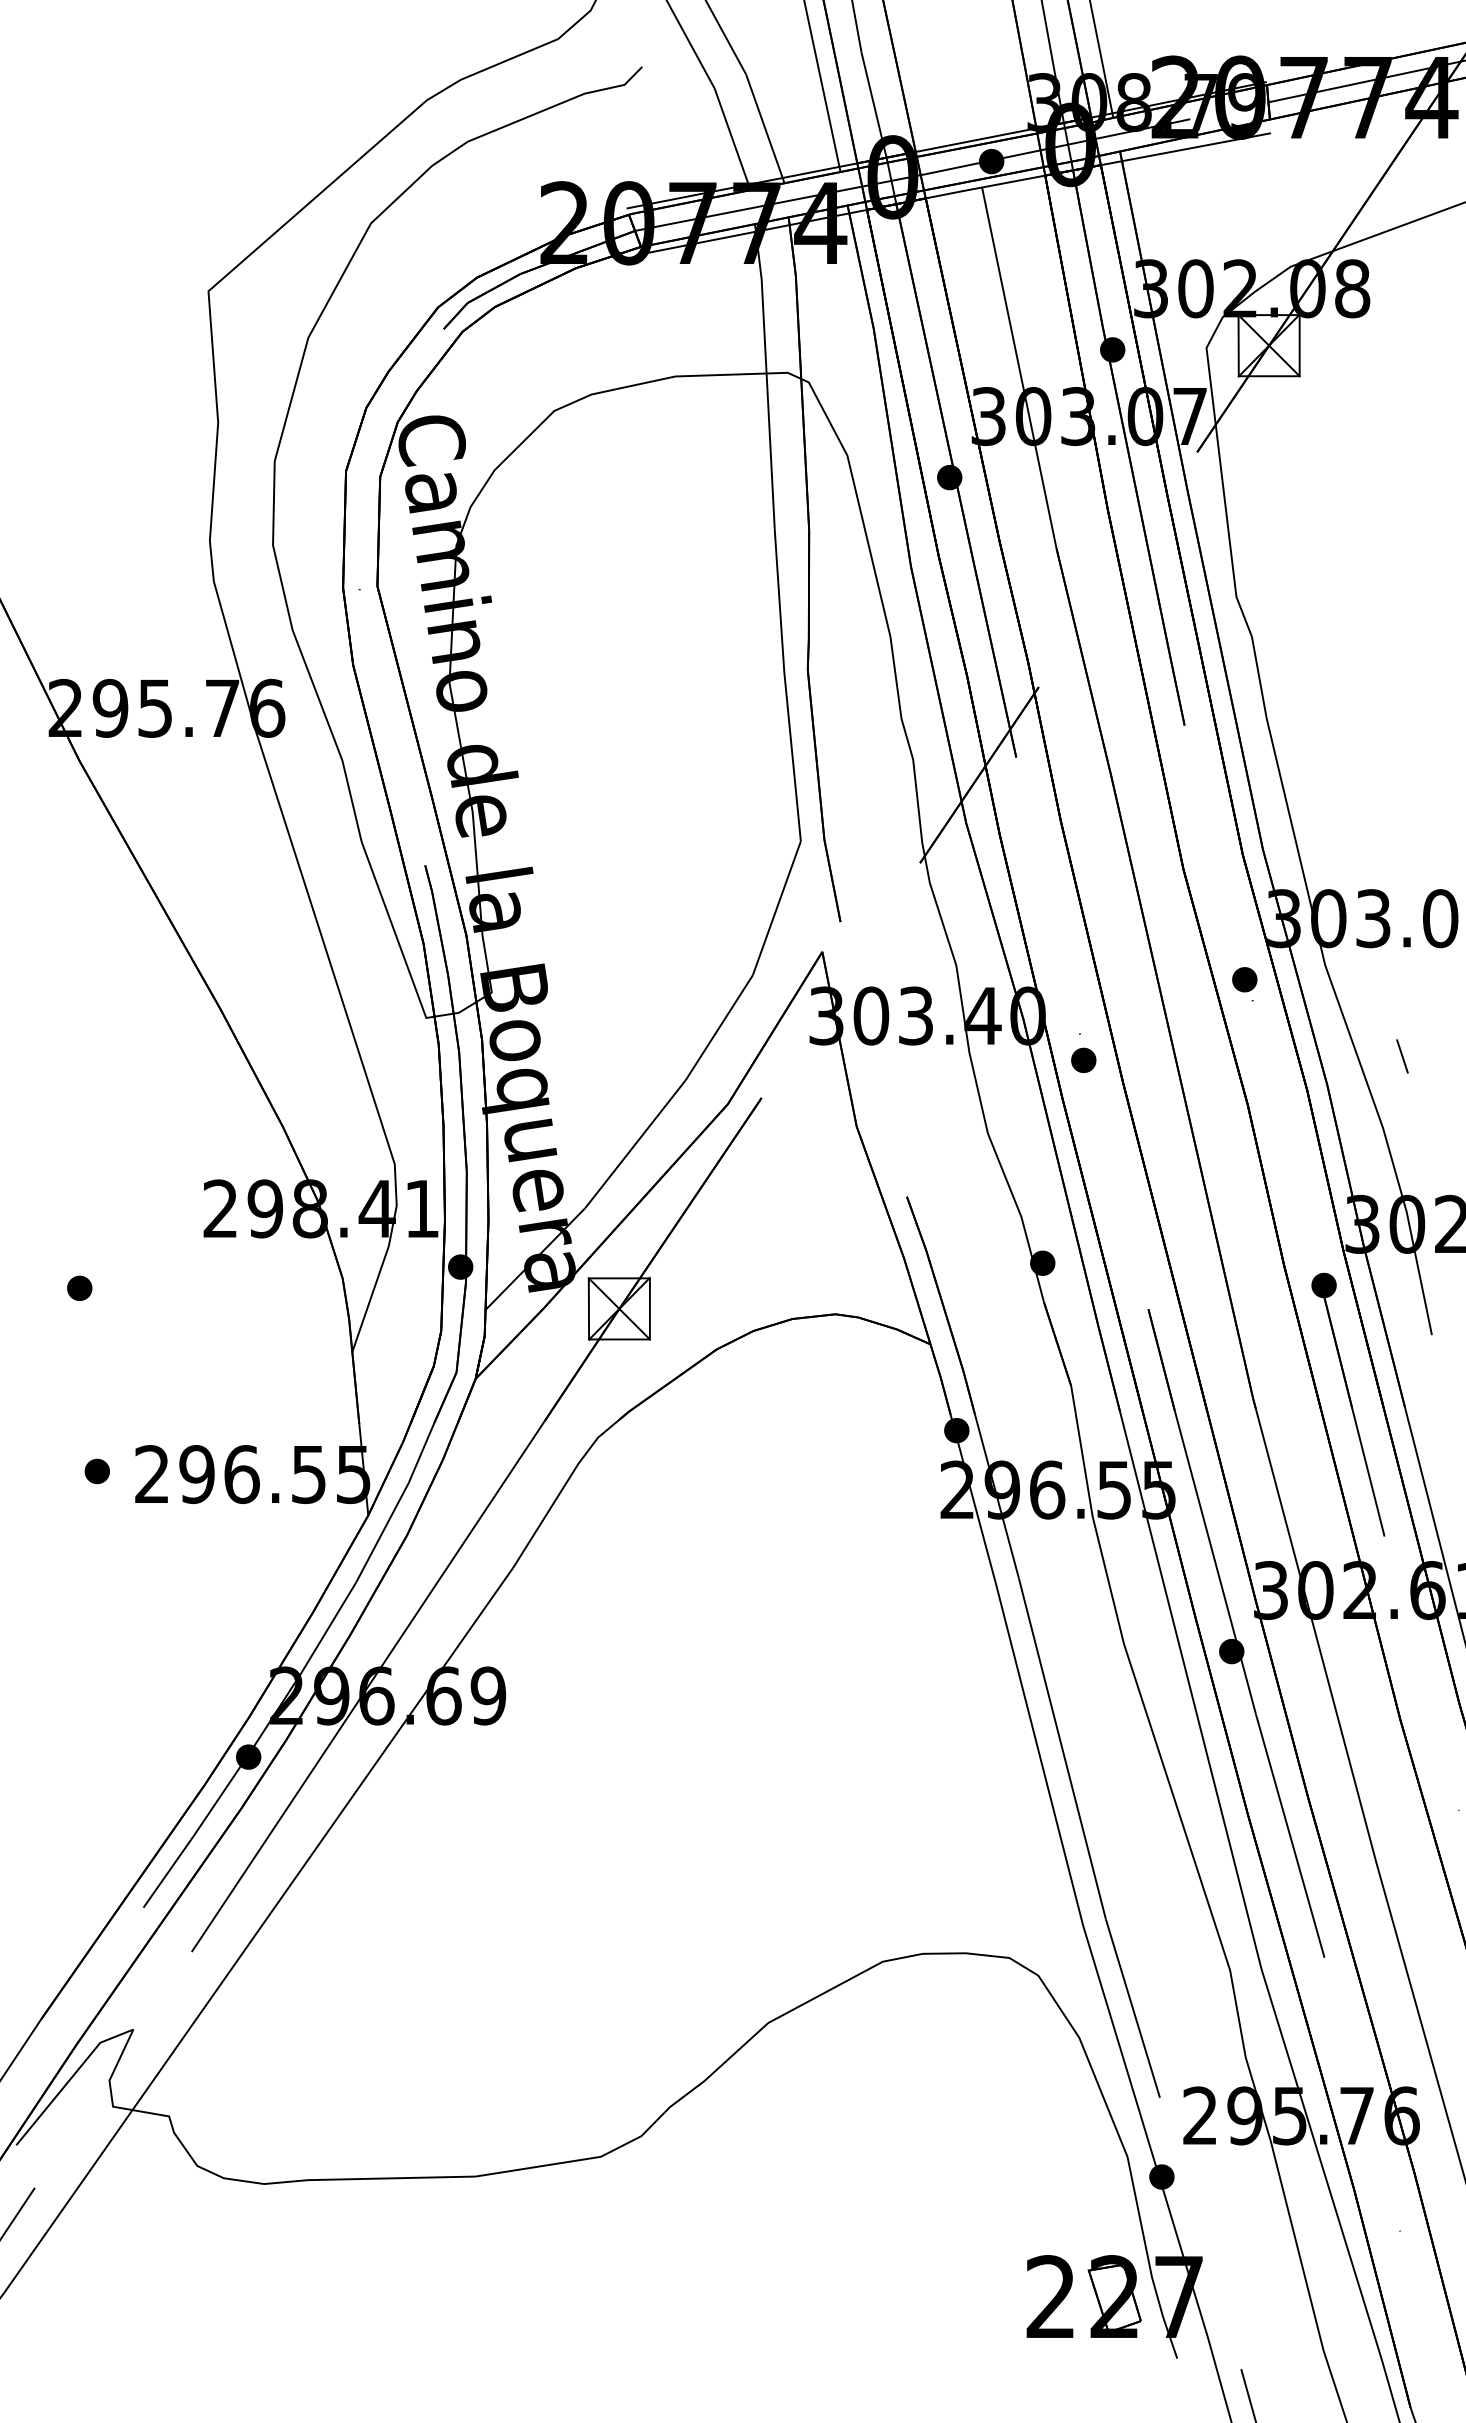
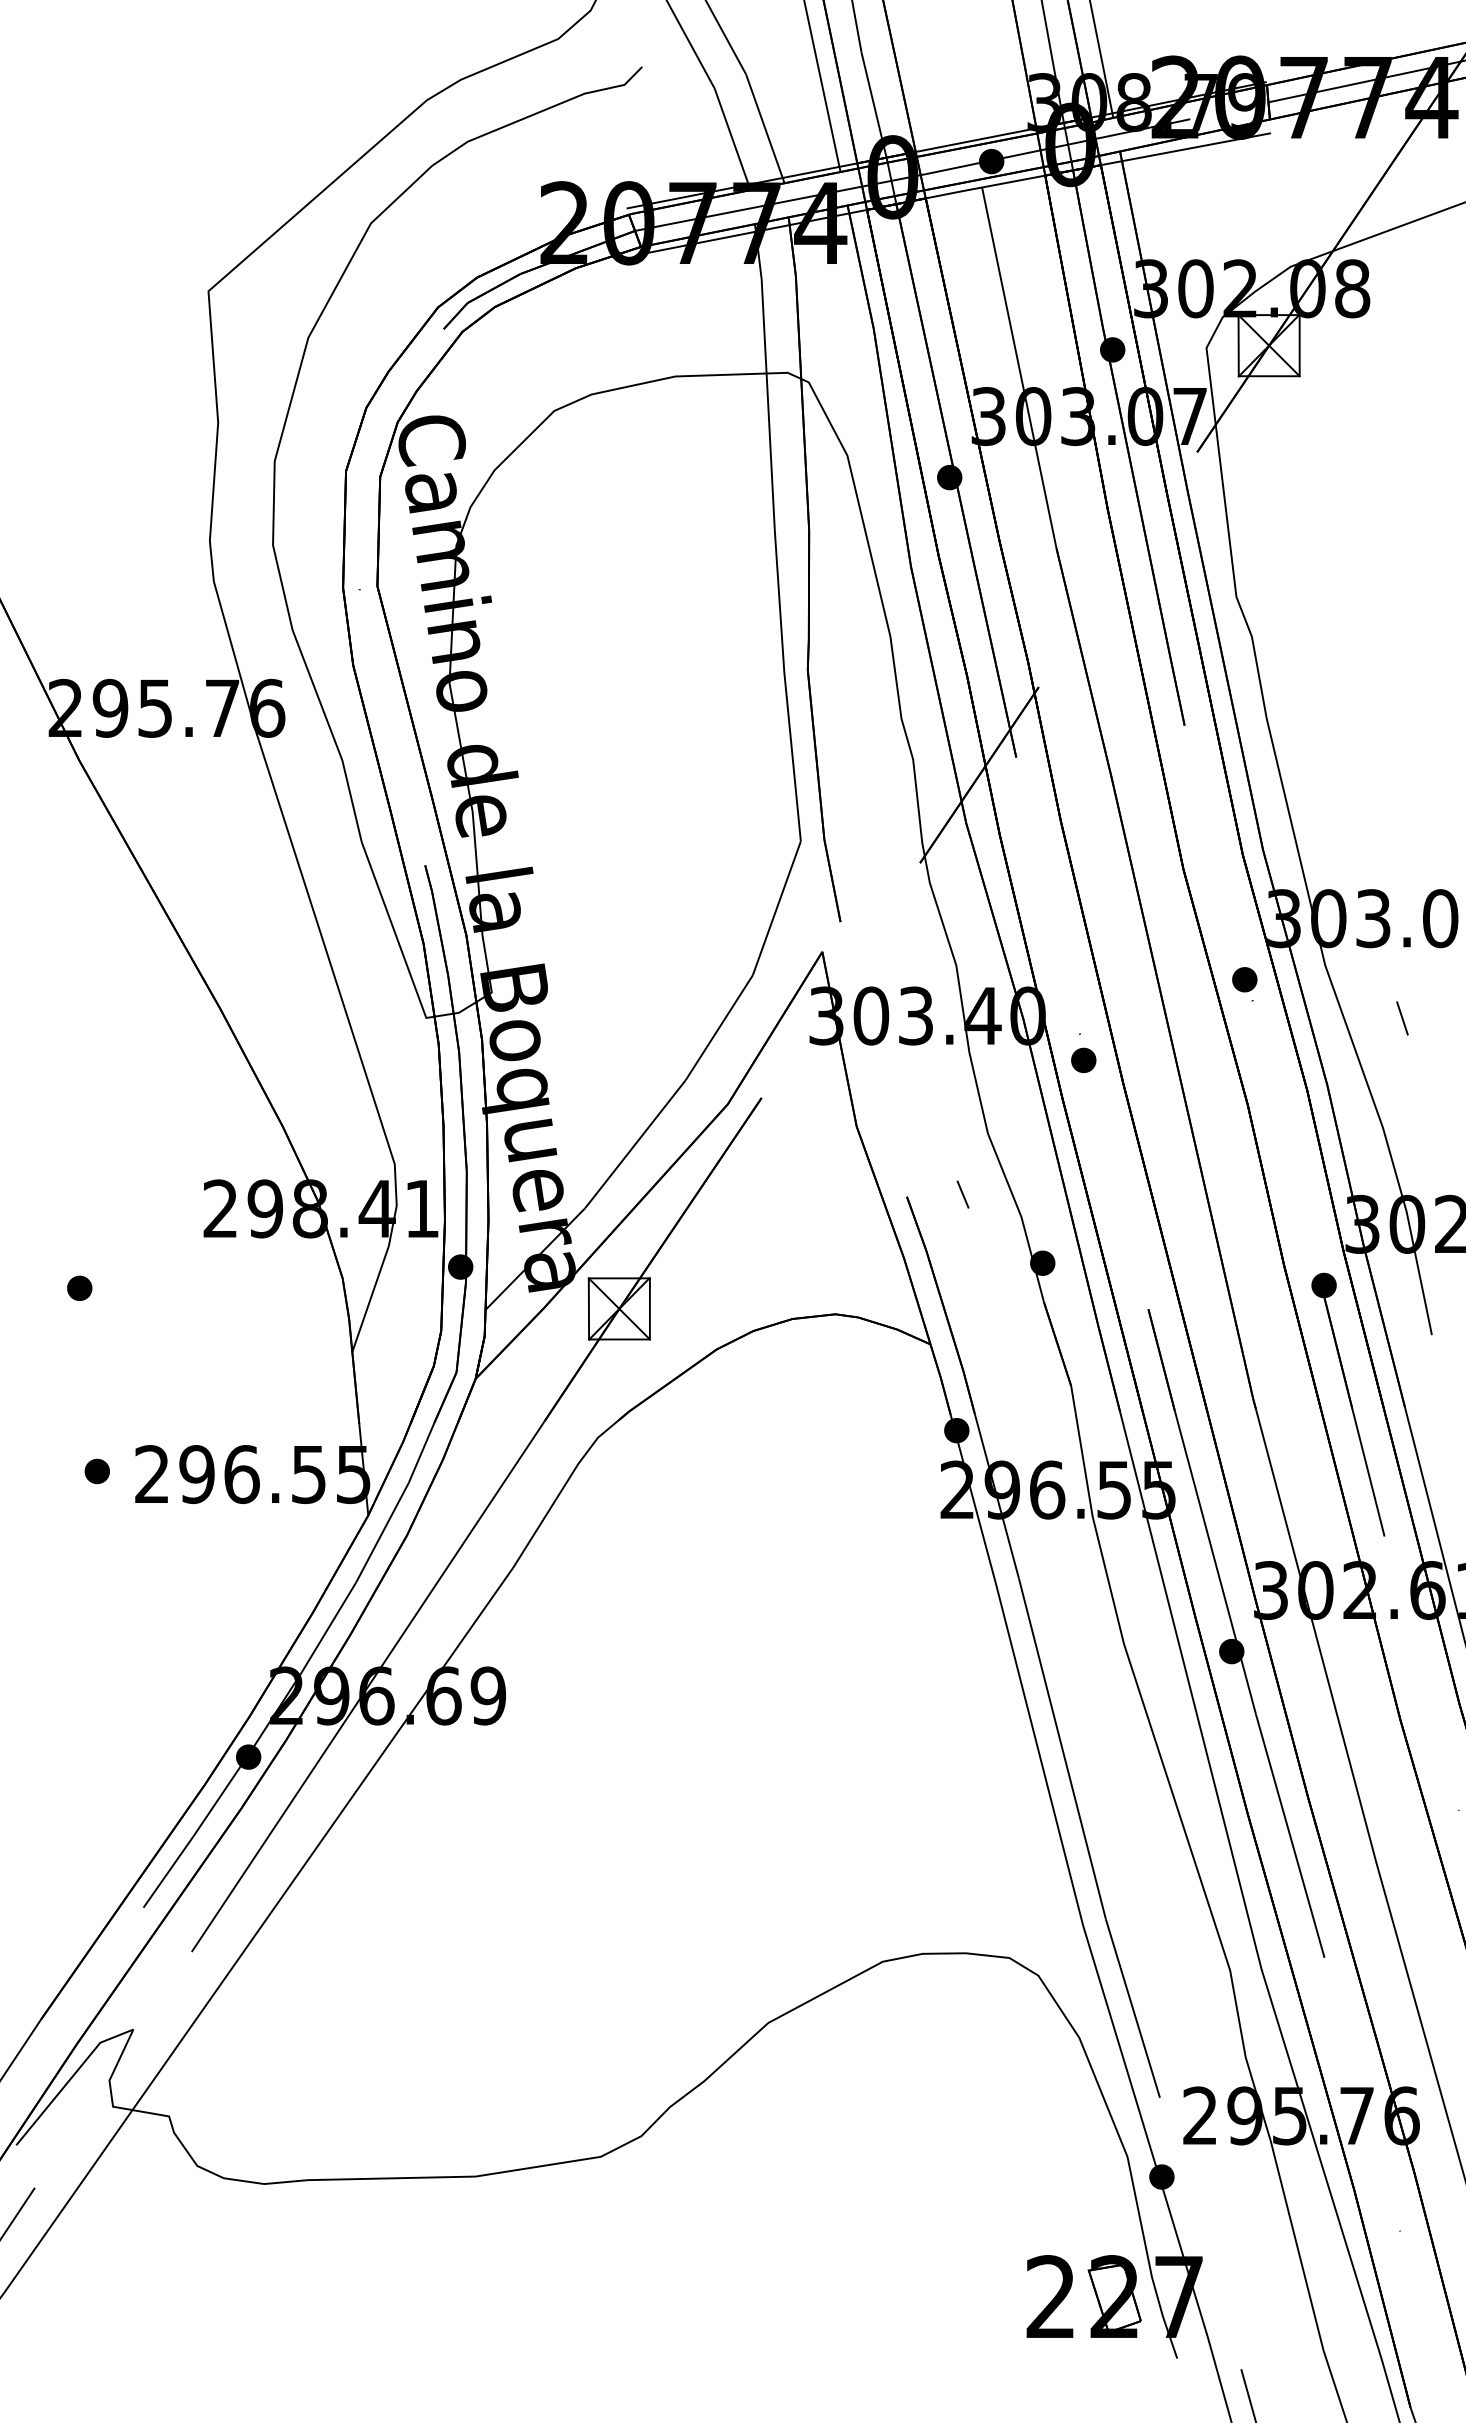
line at (1402, 1056) position: (1402, 1056) -> (1402, 1018)
line at (962, 1194): none -> present
